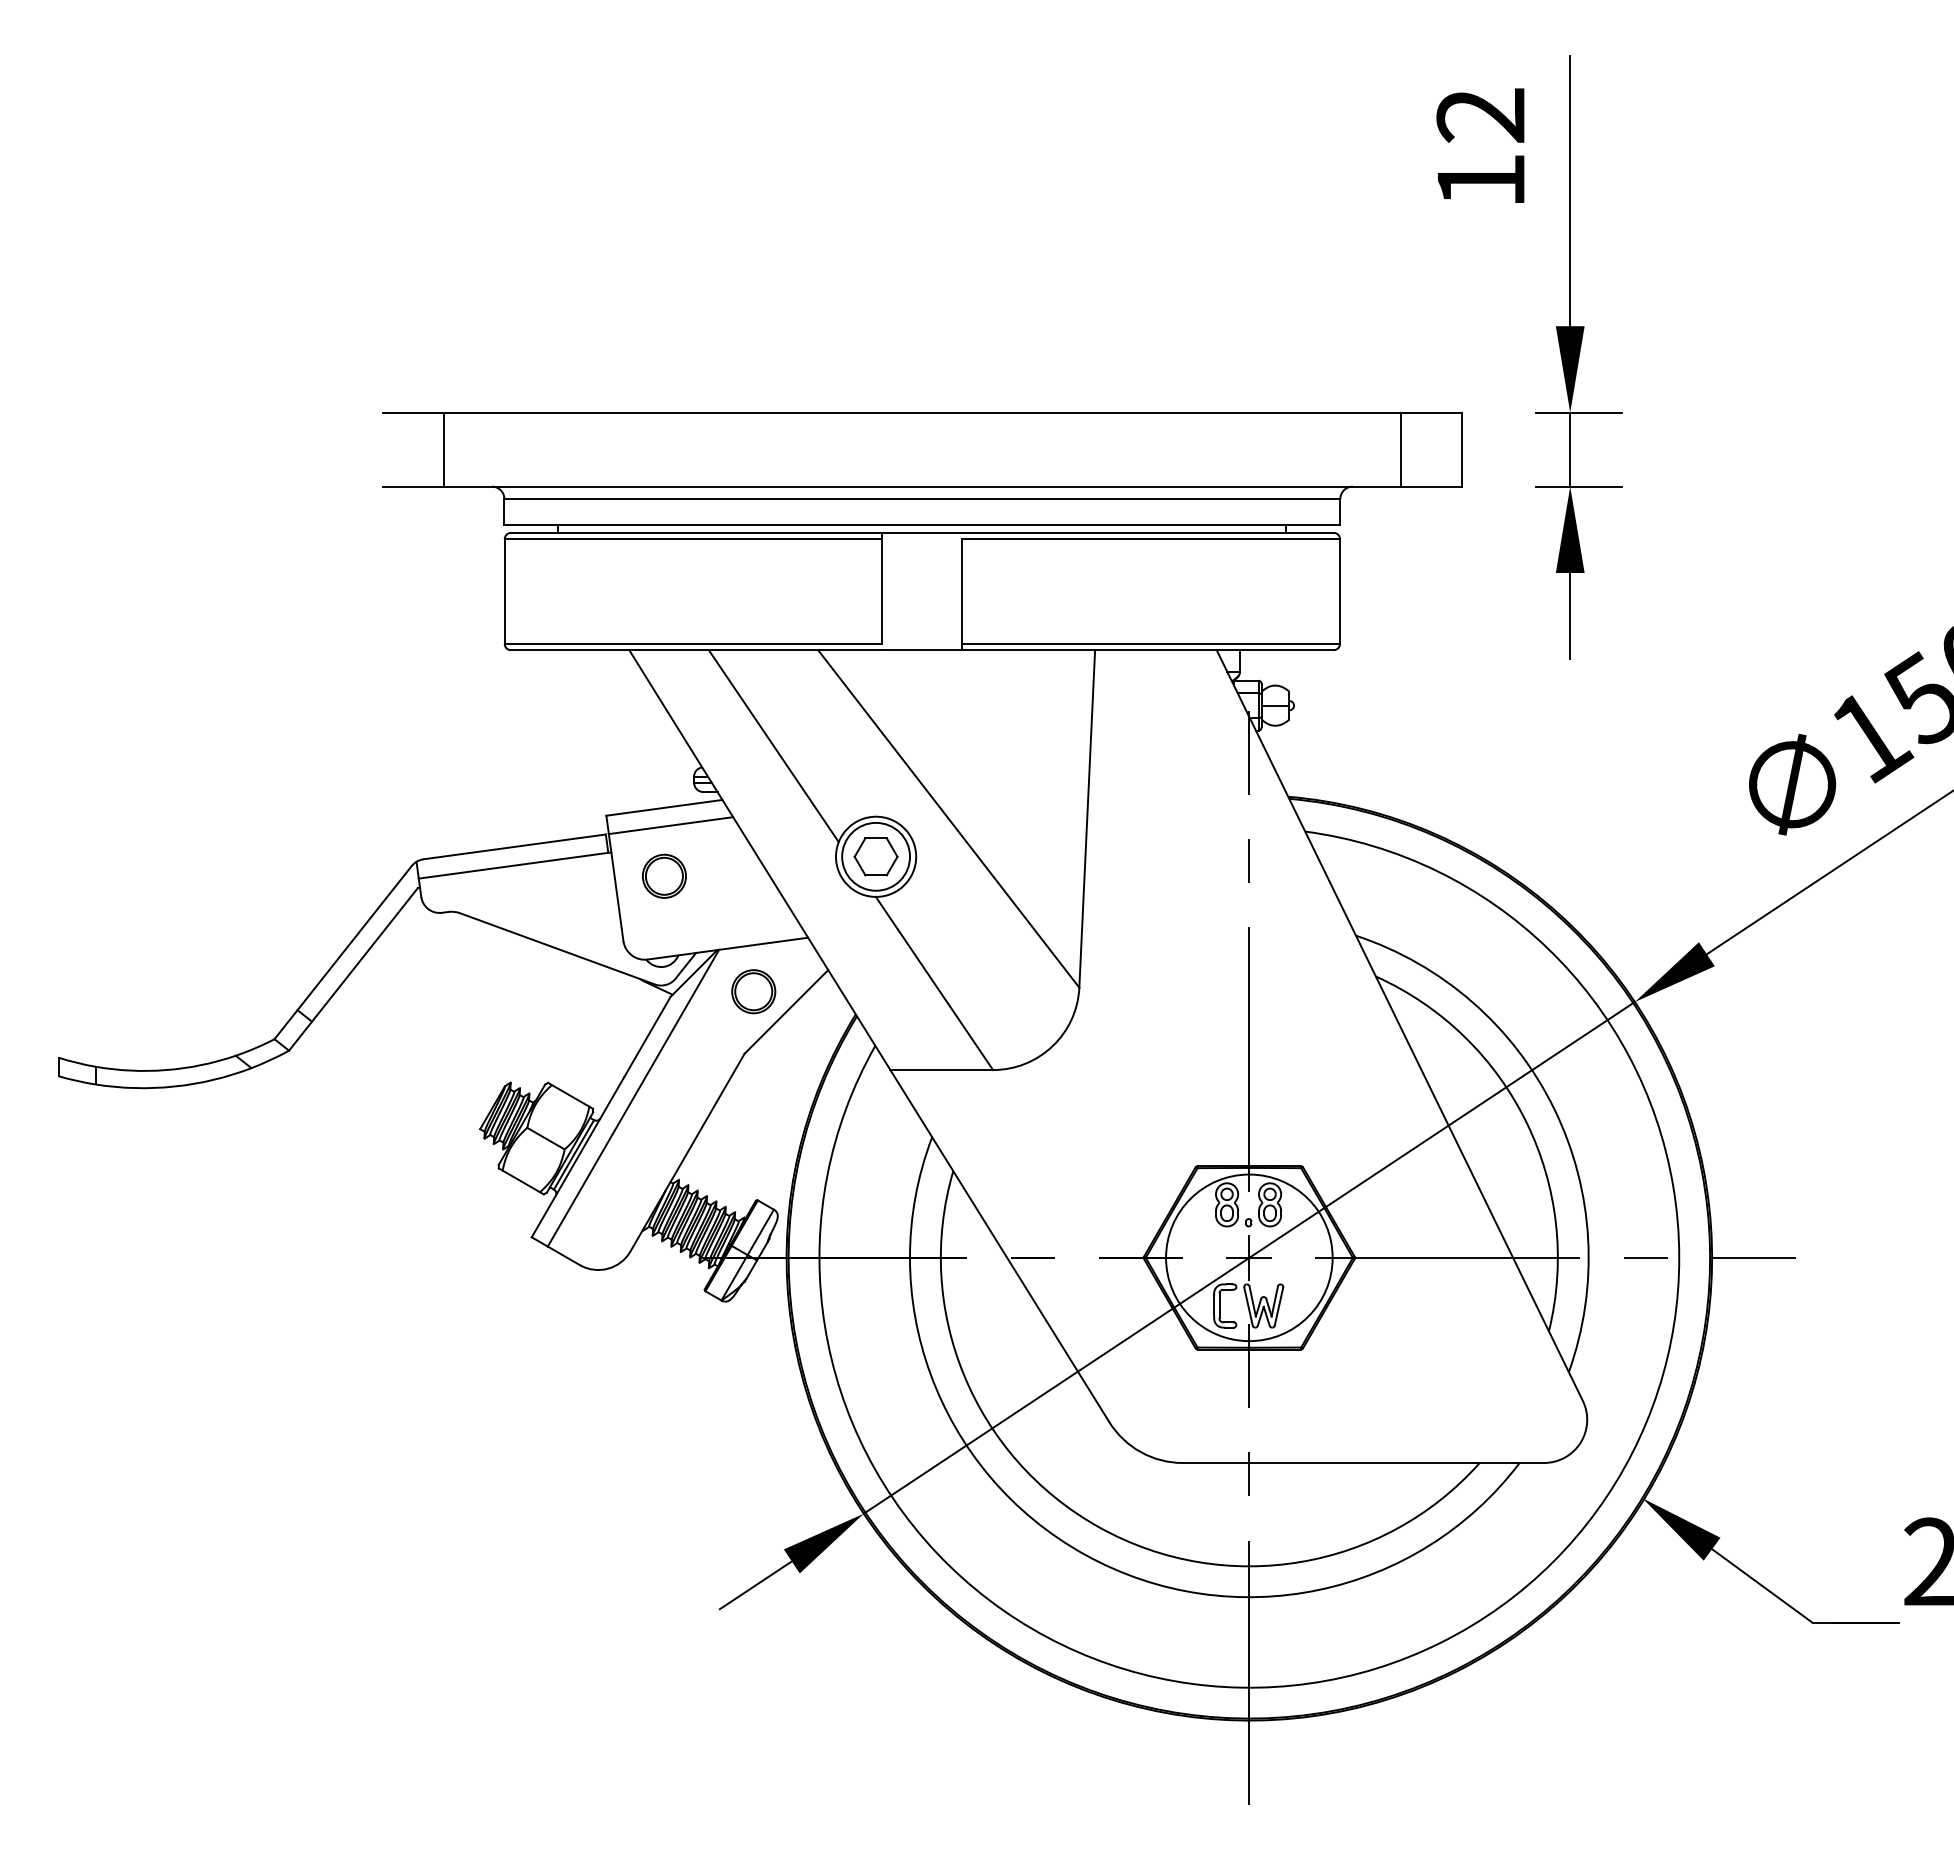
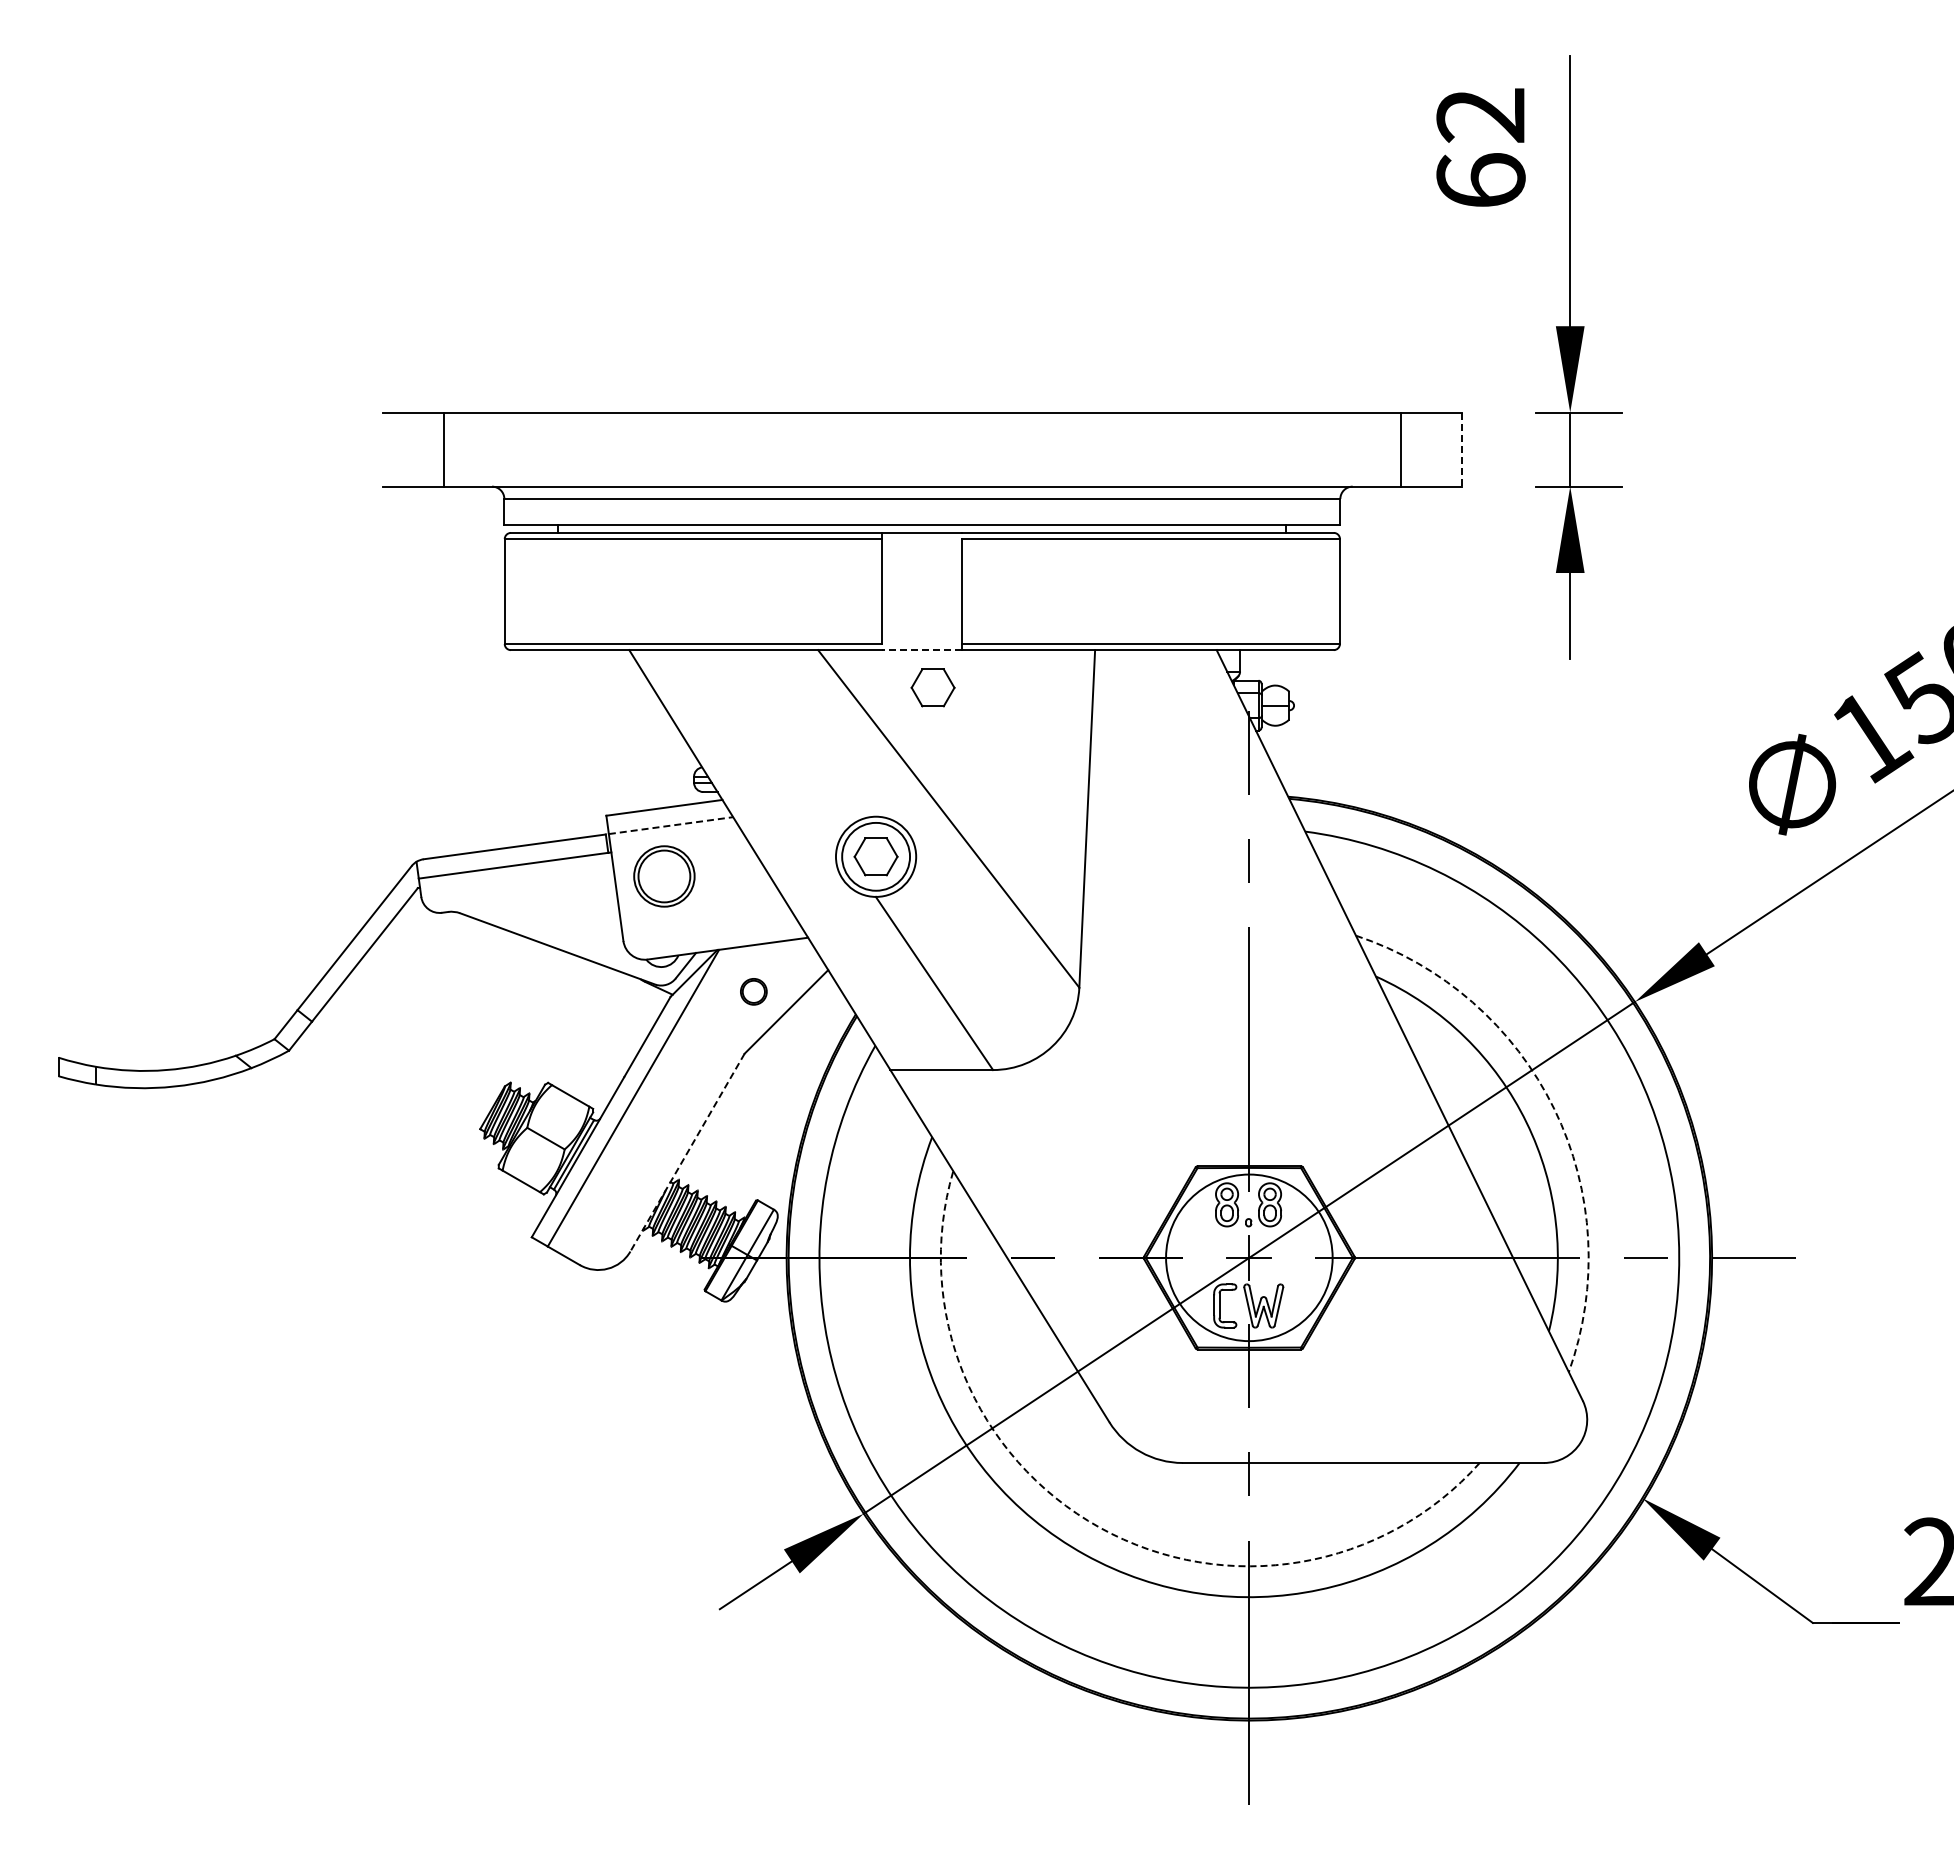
text at (1480, 179): 12 -> 62
line at (1462, 450): solid -> dashed
line at (921, 650): solid -> dashed
part at (932, 687): none -> present
line at (773, 746): present -> none
line at (671, 825): solid -> dashed
part at (664, 875) size: 45x46 px -> 63x63 px
part at (753, 991) size: 46x46 px -> 28x28 px
arc at (1554, 1109): solid -> dashed
line at (687, 1153): solid -> dashed
arc at (1099, 1527): solid -> dashed
